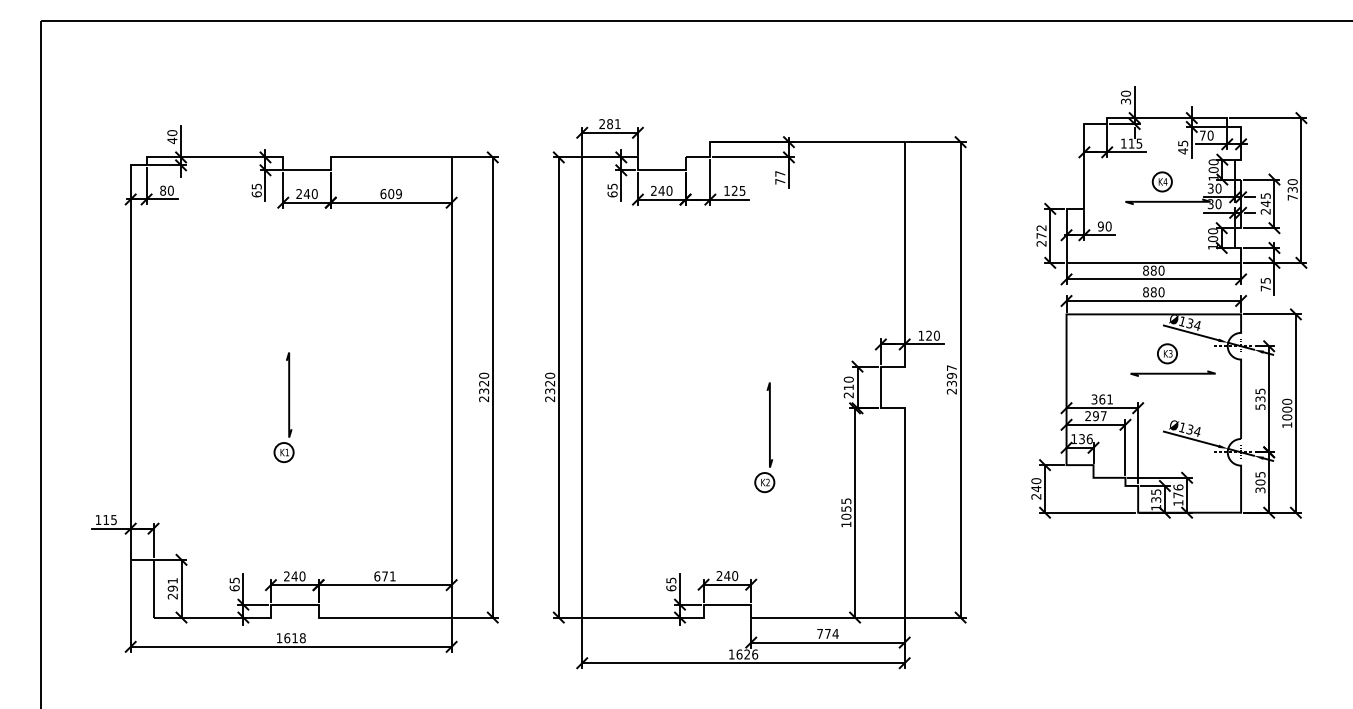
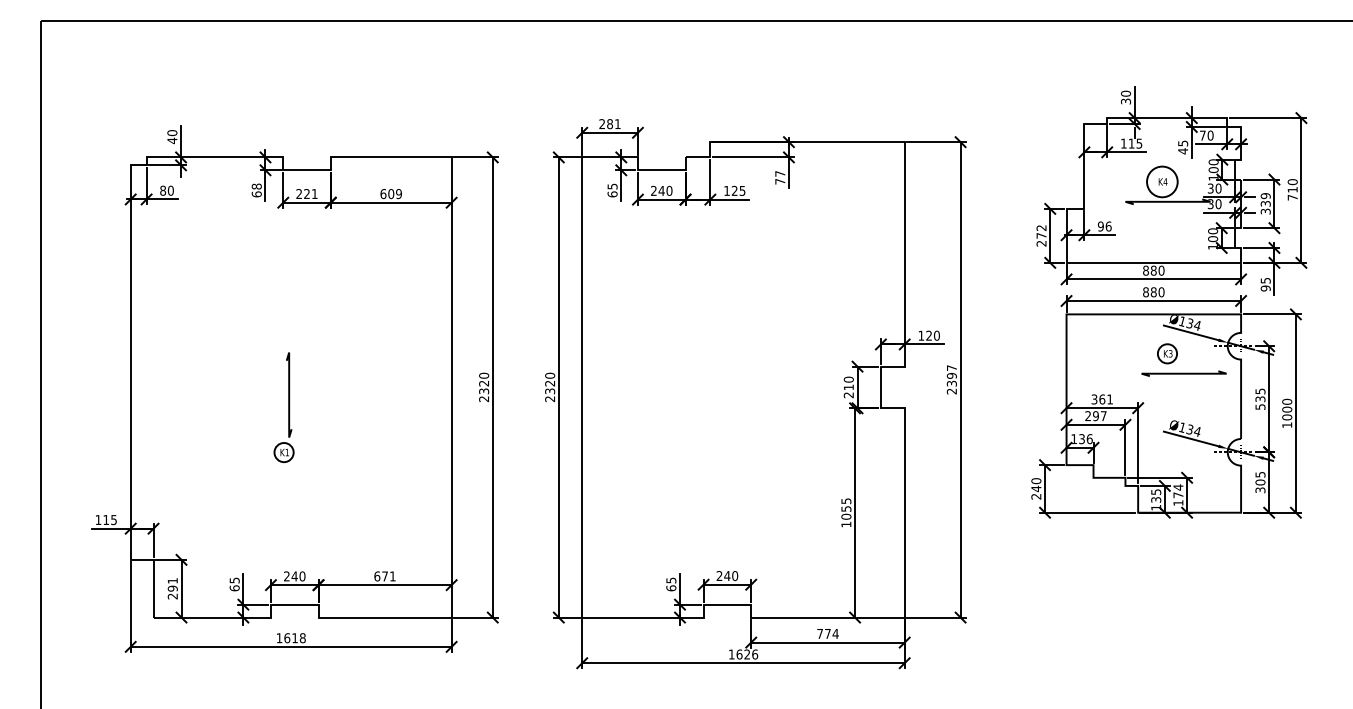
circle at (1161, 181) diameter: 19 px -> 31 px
text at (256, 186): 65 -> 68
text at (1292, 189): 730 -> 710
text at (310, 194): 240 -> 221
text at (1265, 203): 245 -> 339
text at (1108, 226): 90 -> 96
text at (1265, 288): 75 -> 95
line at (1172, 373) position: (1172, 373) -> (1183, 373)
part at (764, 437): present -> none
text at (1178, 487): 176 -> 174
